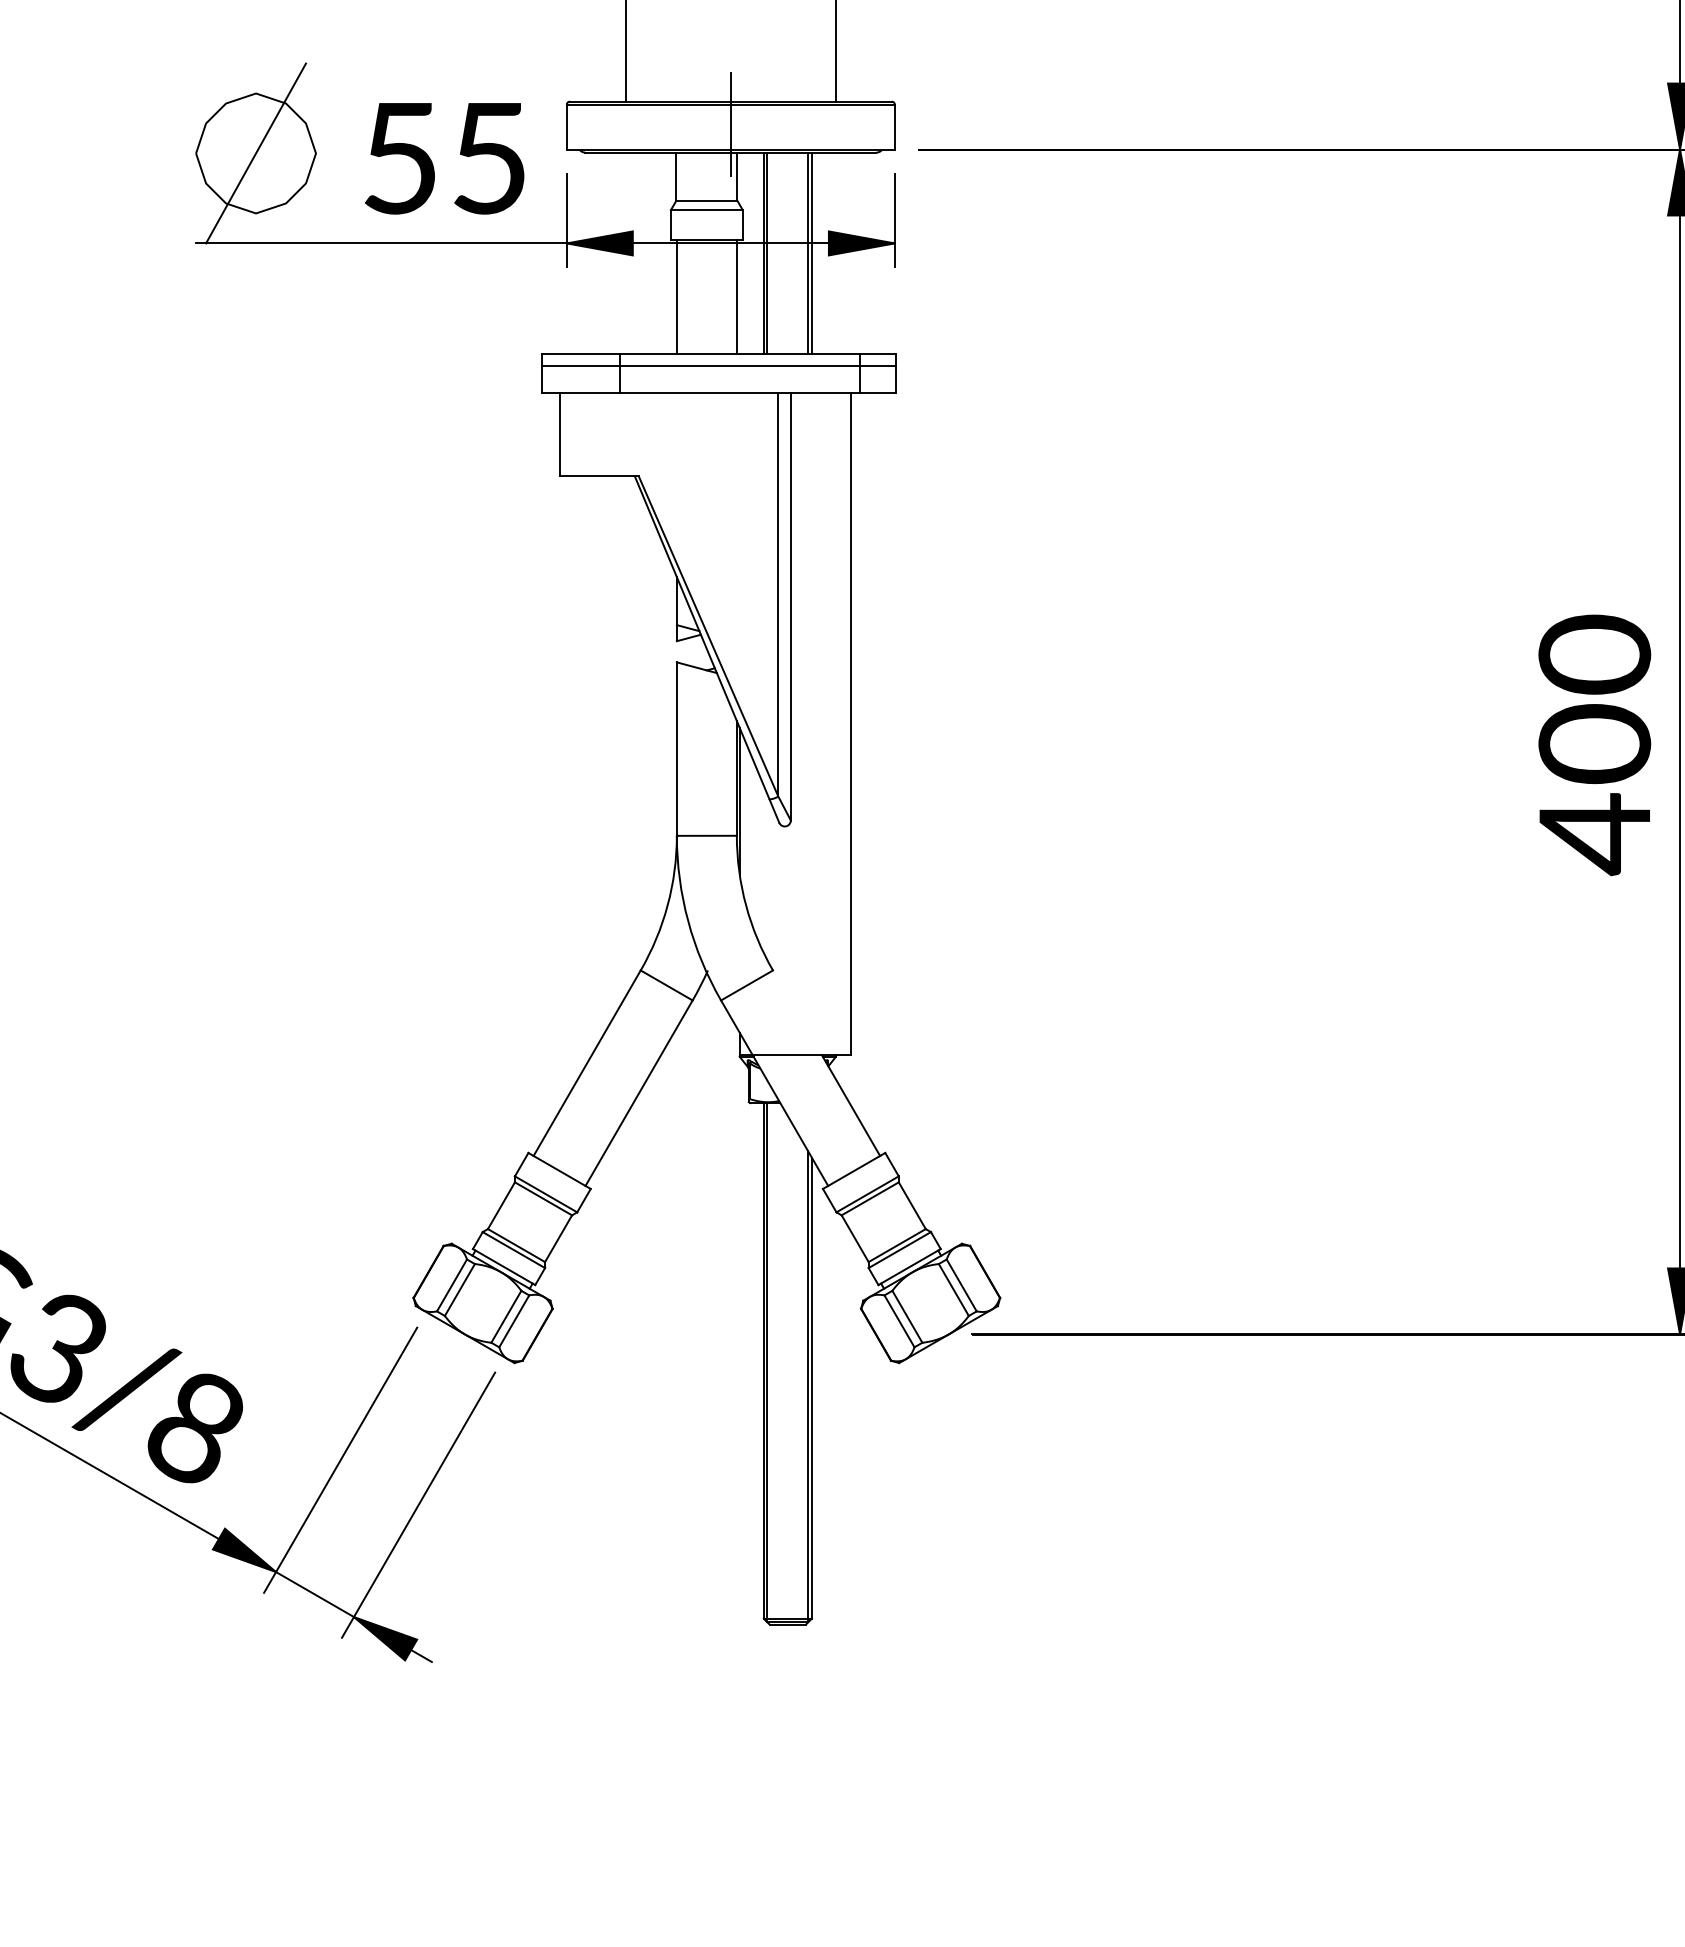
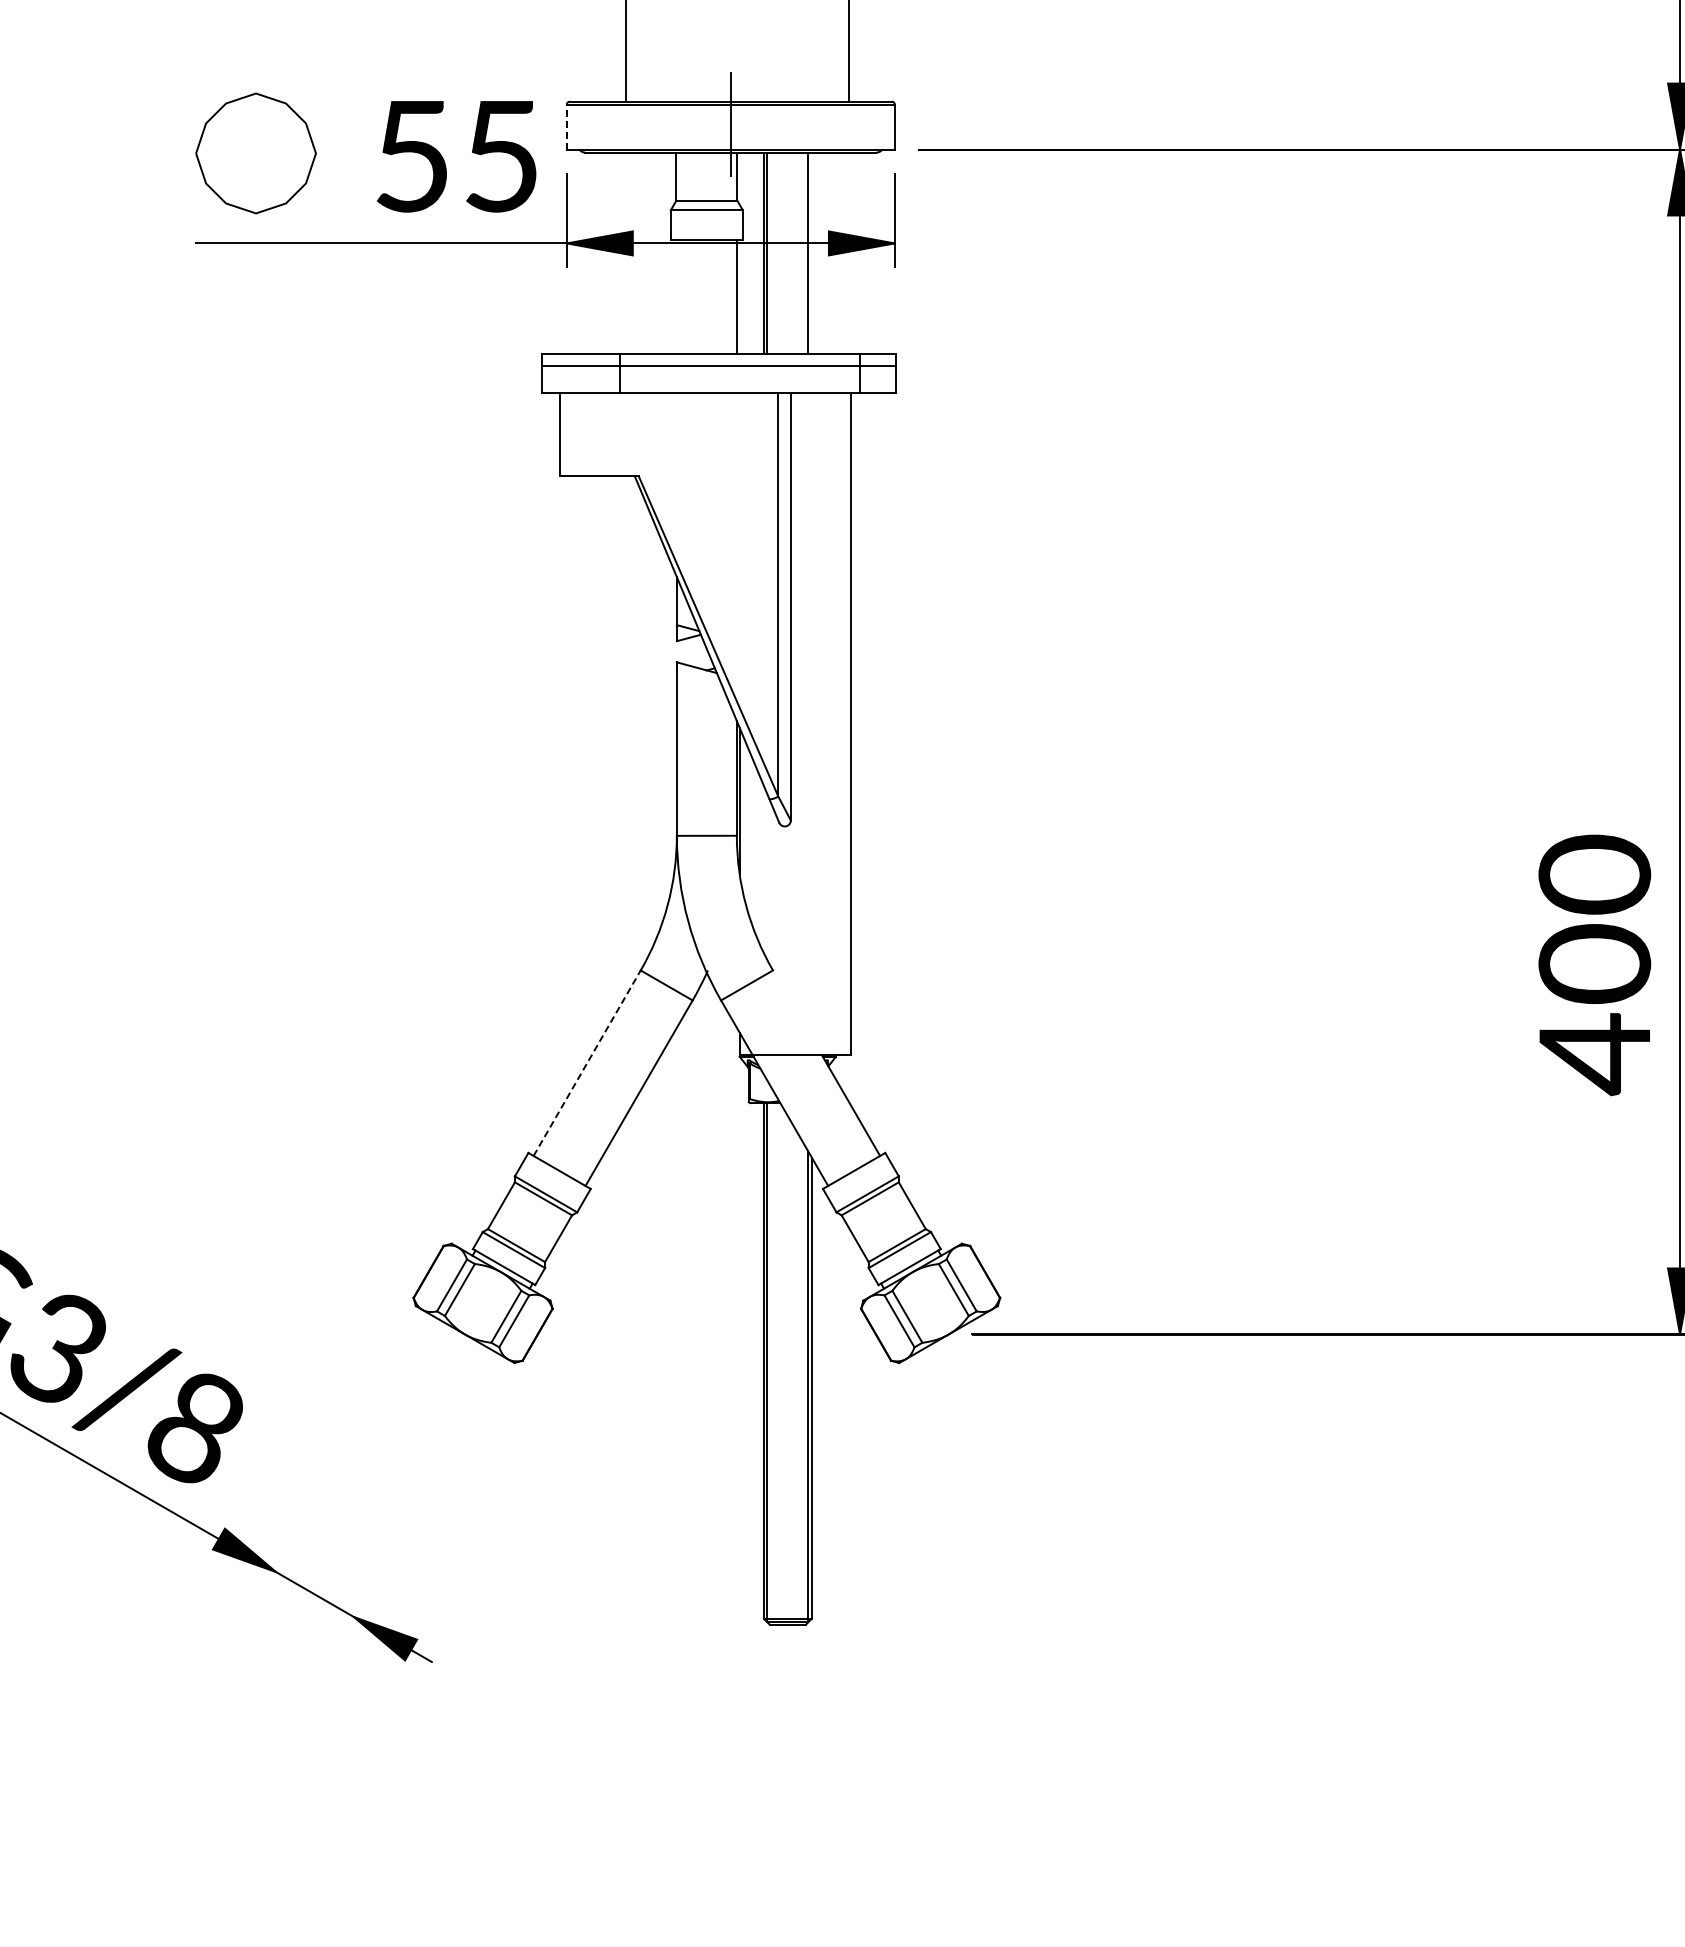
line at (835, 51) position: (835, 51) -> (848, 51)
line at (566, 126): solid -> dashed
line at (256, 153): present -> none
text at (444, 158) position: (444, 158) -> (456, 156)
line at (811, 252): present -> none
line at (676, 296): present -> none
text at (1594, 745) position: (1594, 745) -> (1594, 965)
line at (587, 1062): solid -> dashed
line at (340, 1459): present -> none
line at (418, 1504): present -> none
